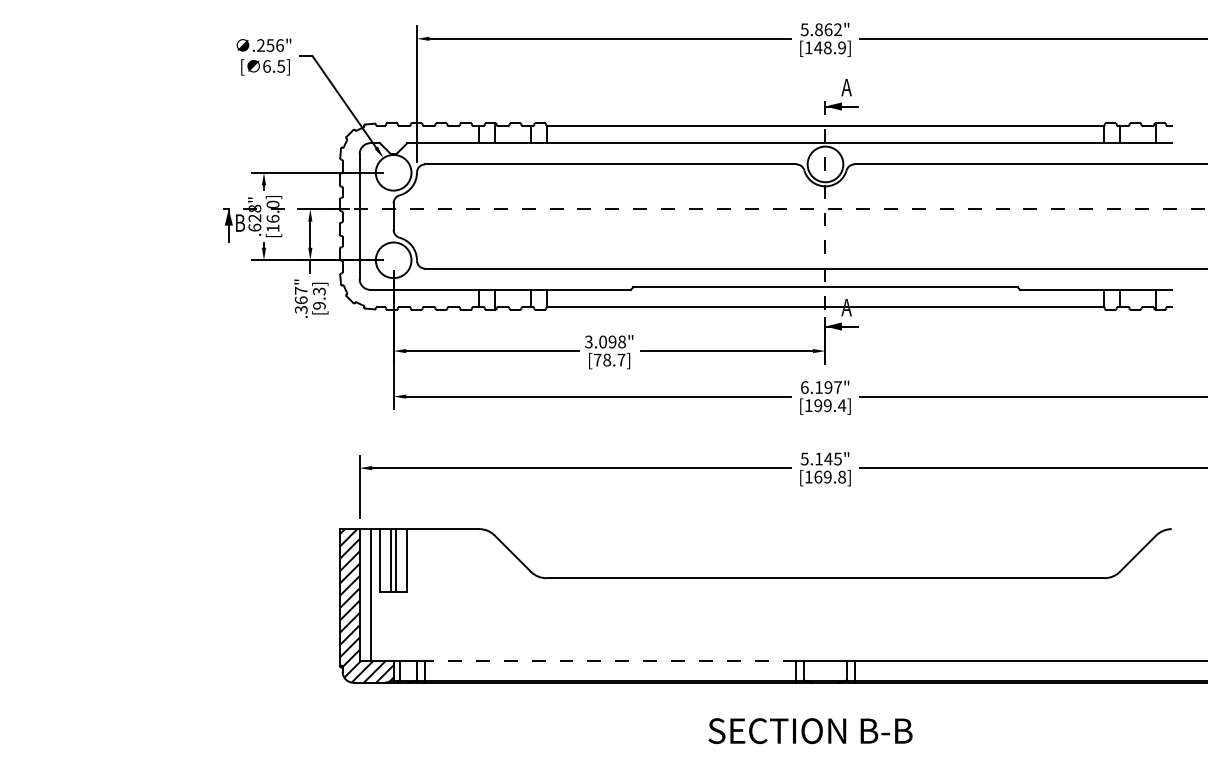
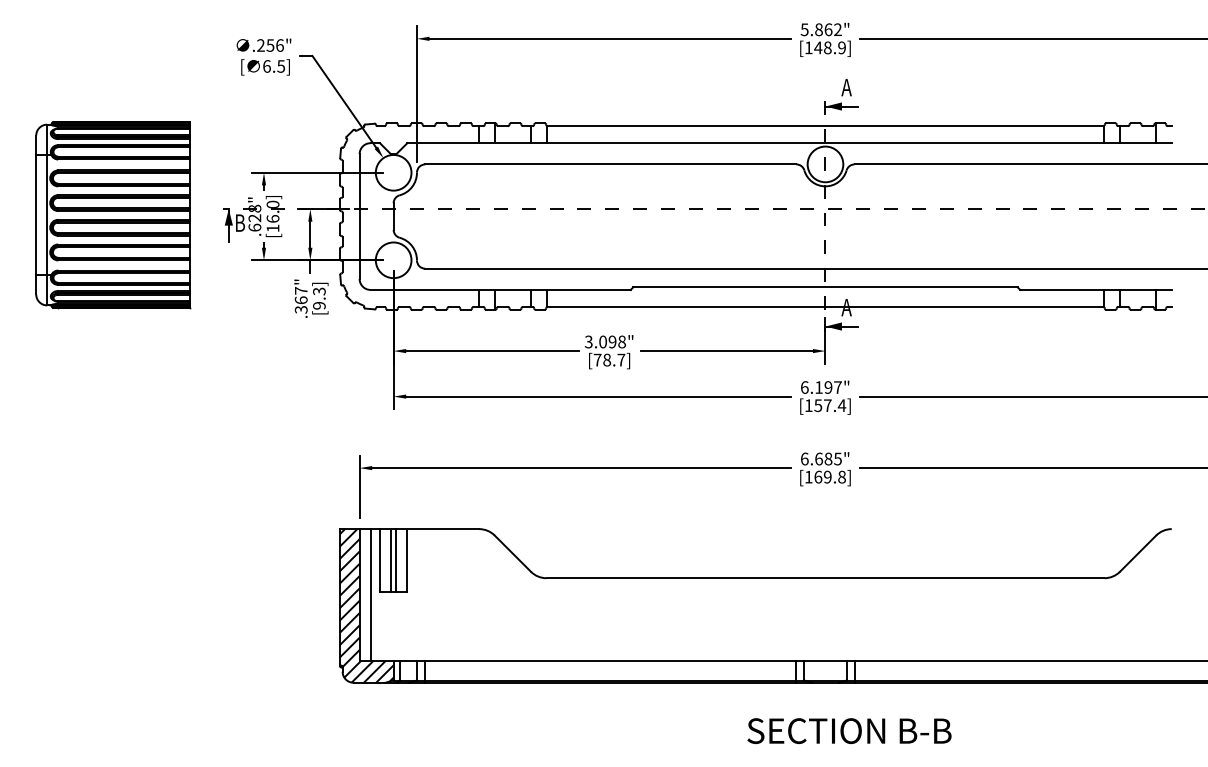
part at (113, 215): none -> present
text at (822, 405): [199.4] -> [157.4]
text at (816, 458): 5.145" -> 6.685"
line at (610, 660): dashed -> solid
text at (810, 730) position: (810, 730) -> (849, 730)
